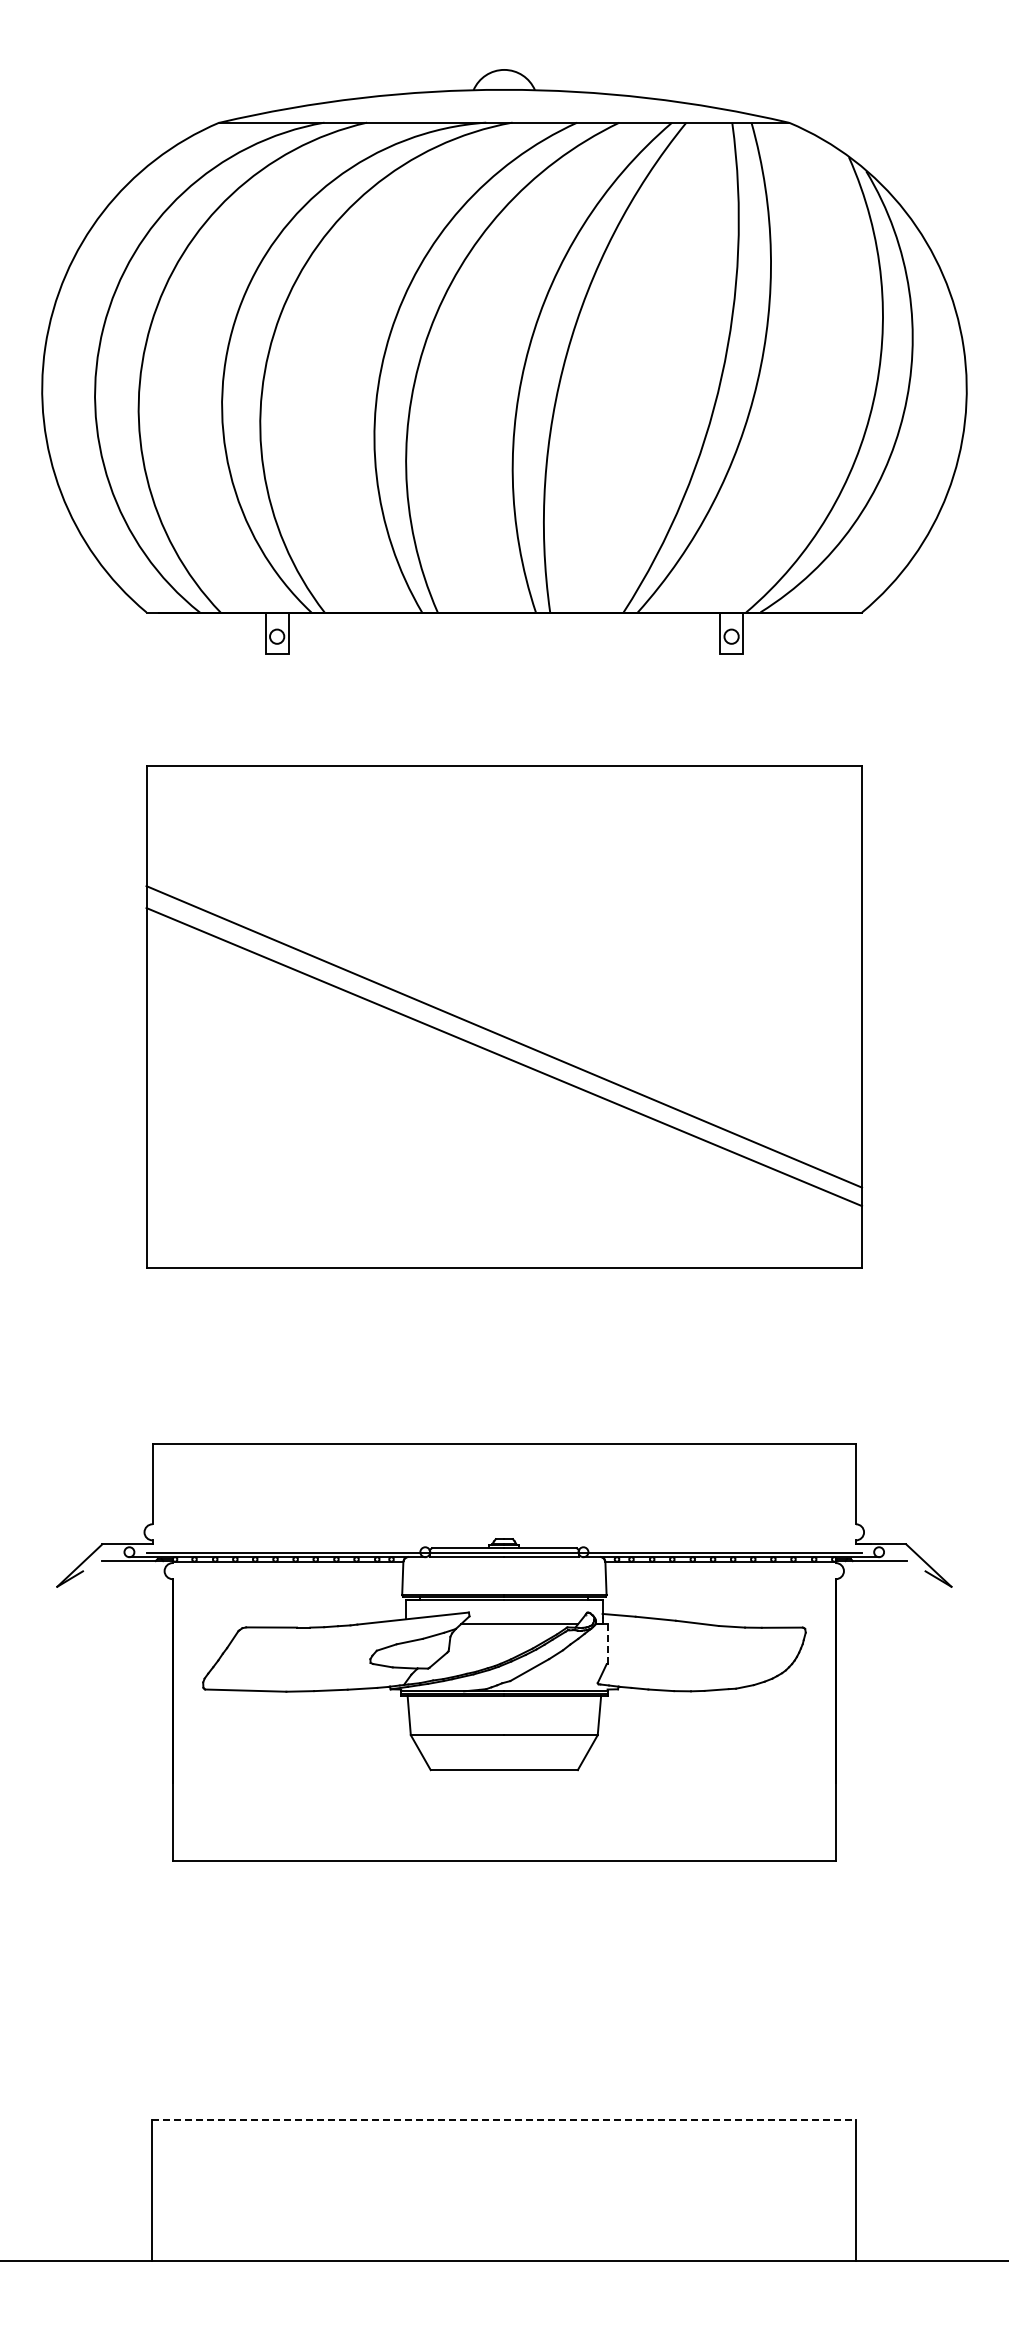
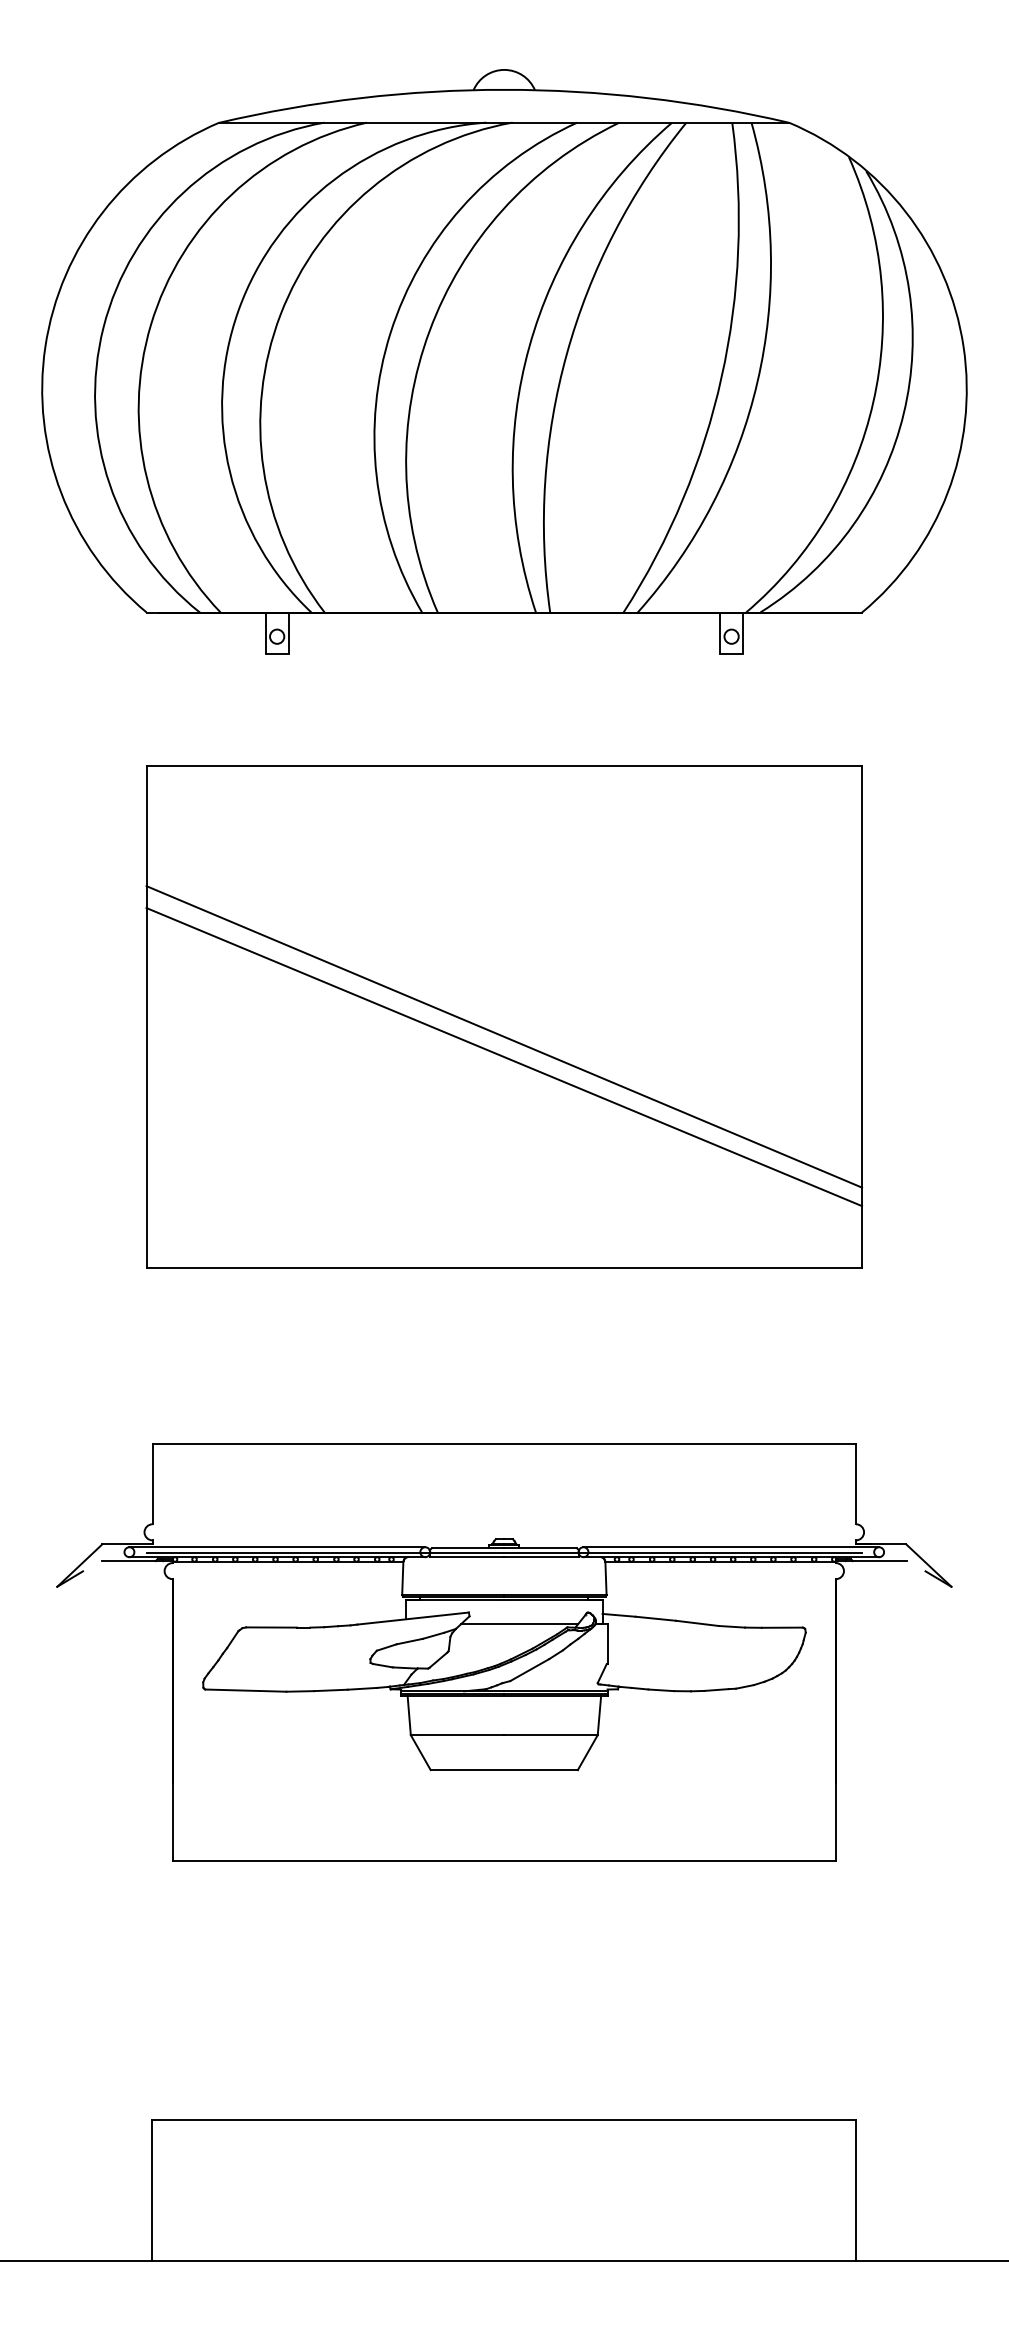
line at (277, 1547): none -> present
line at (731, 1547): none -> present
line at (607, 1644): dashed -> solid
line at (504, 2120): dashed -> solid
